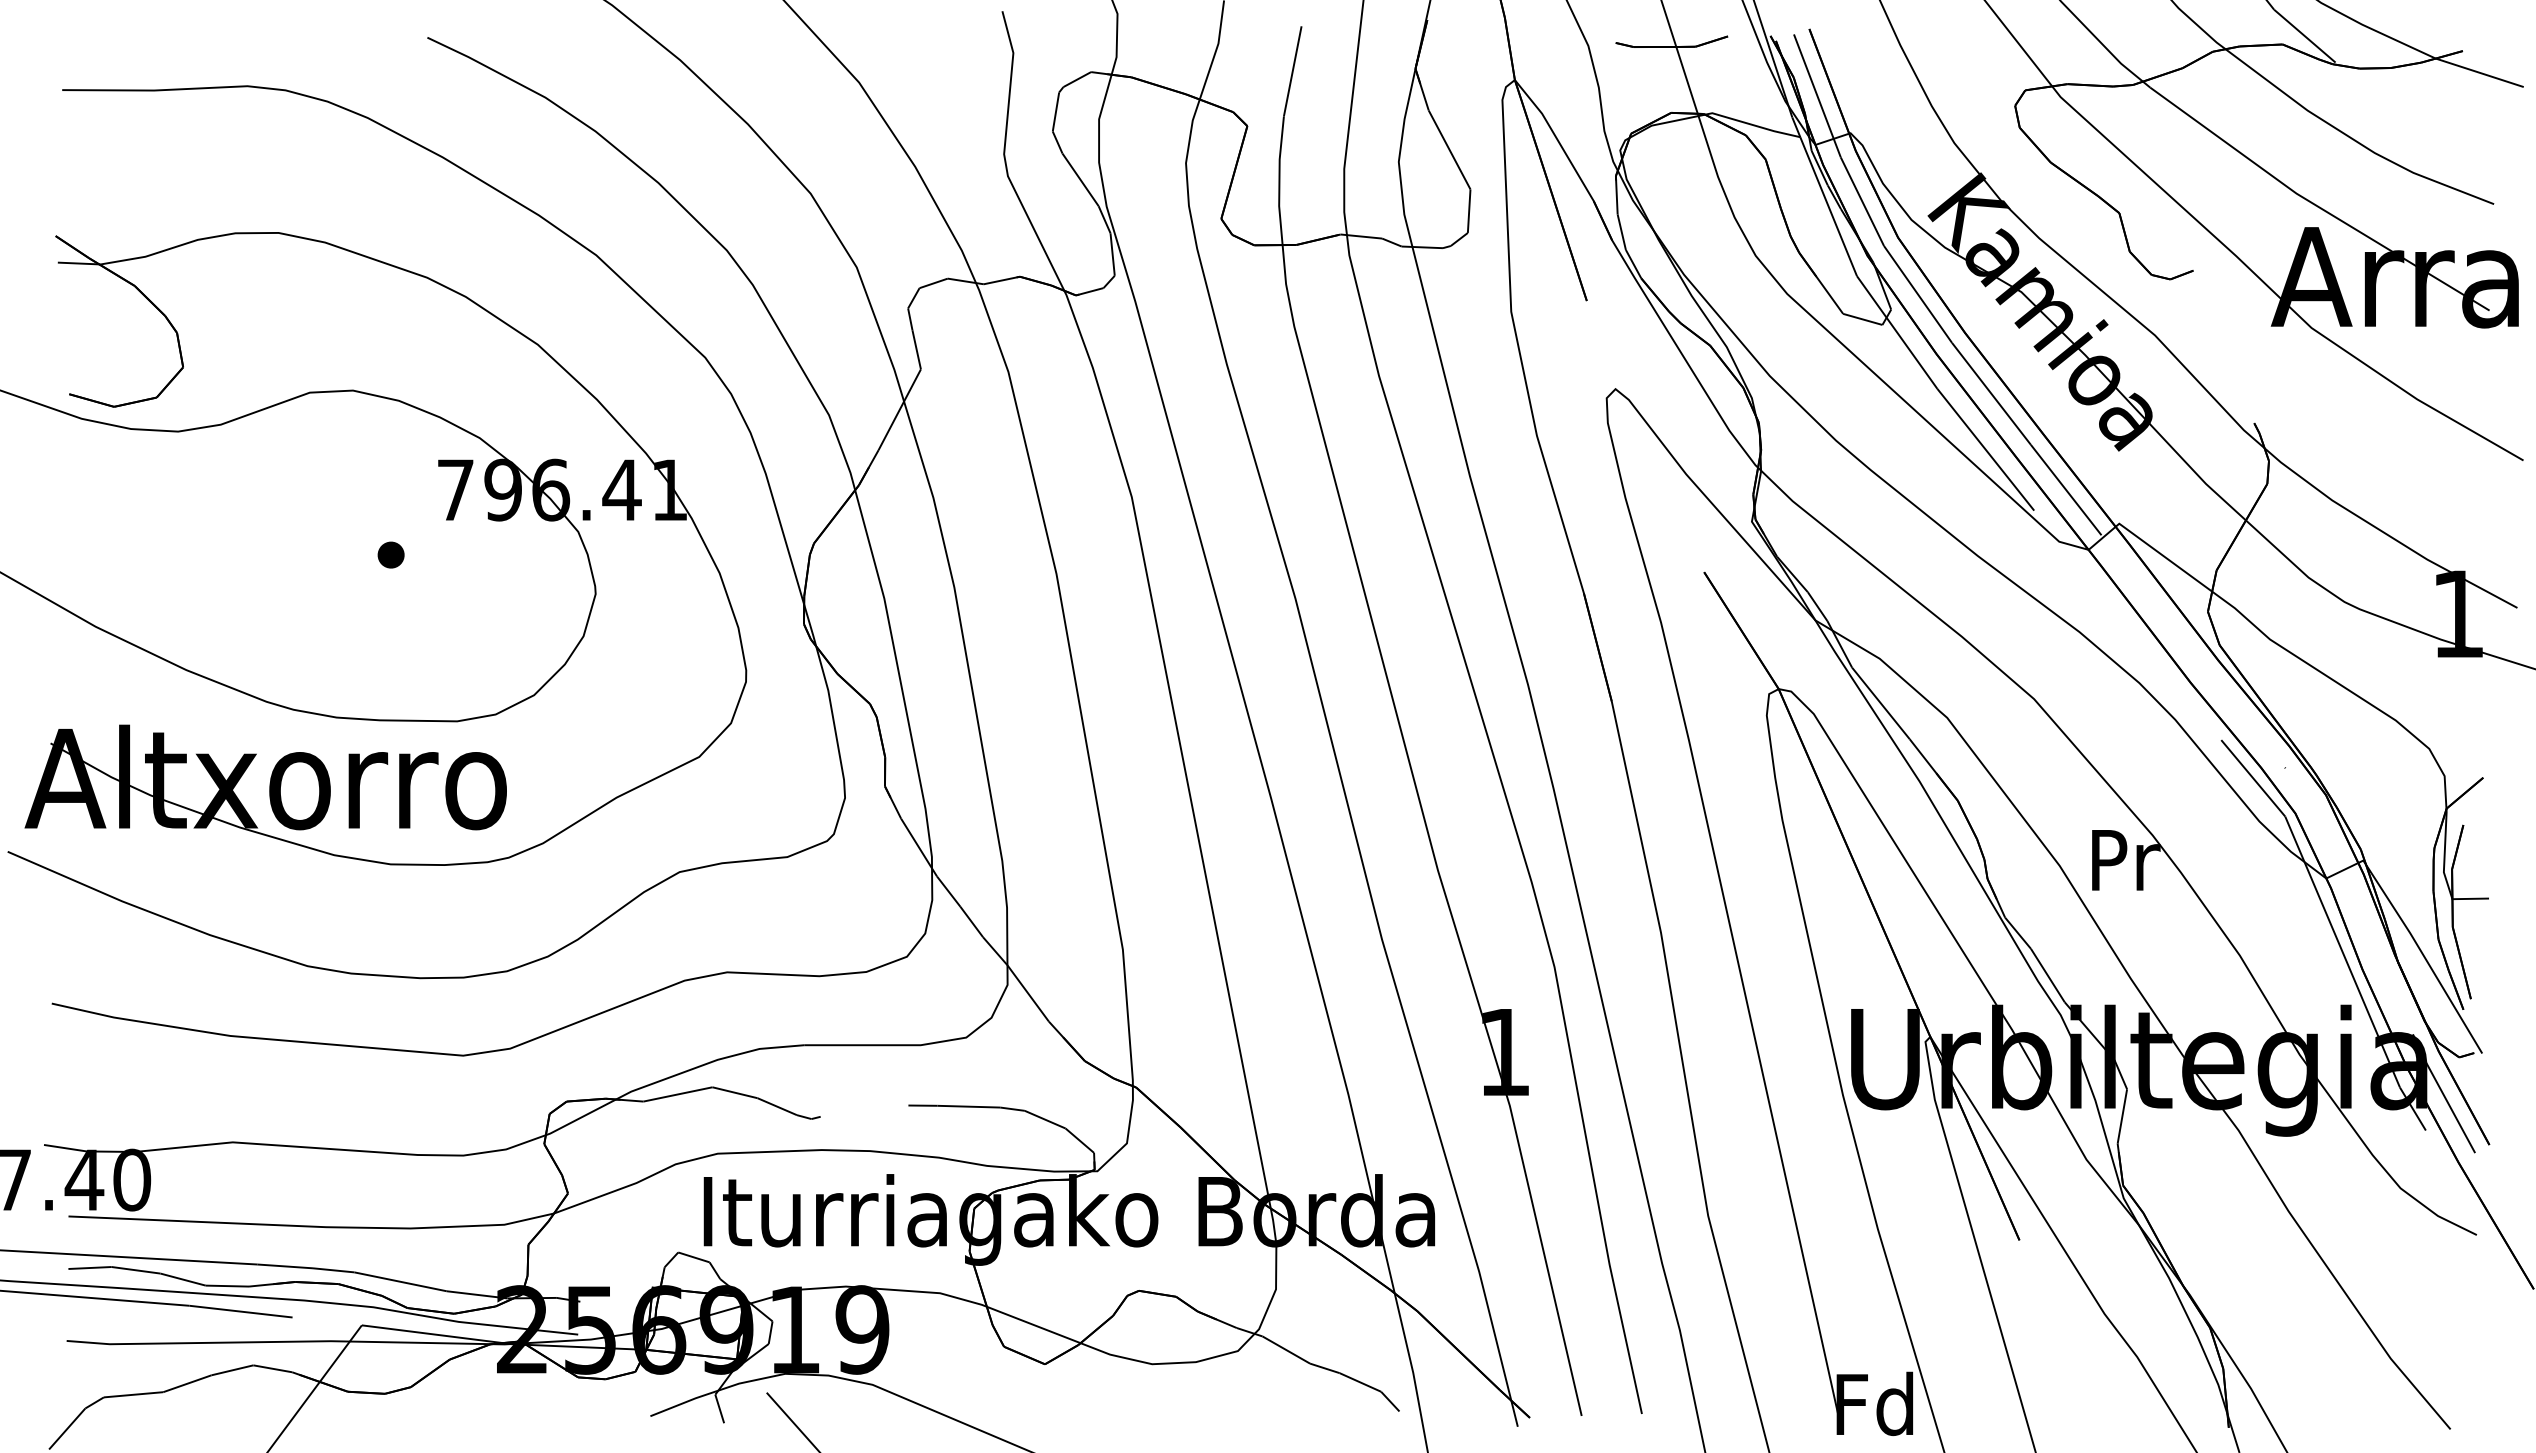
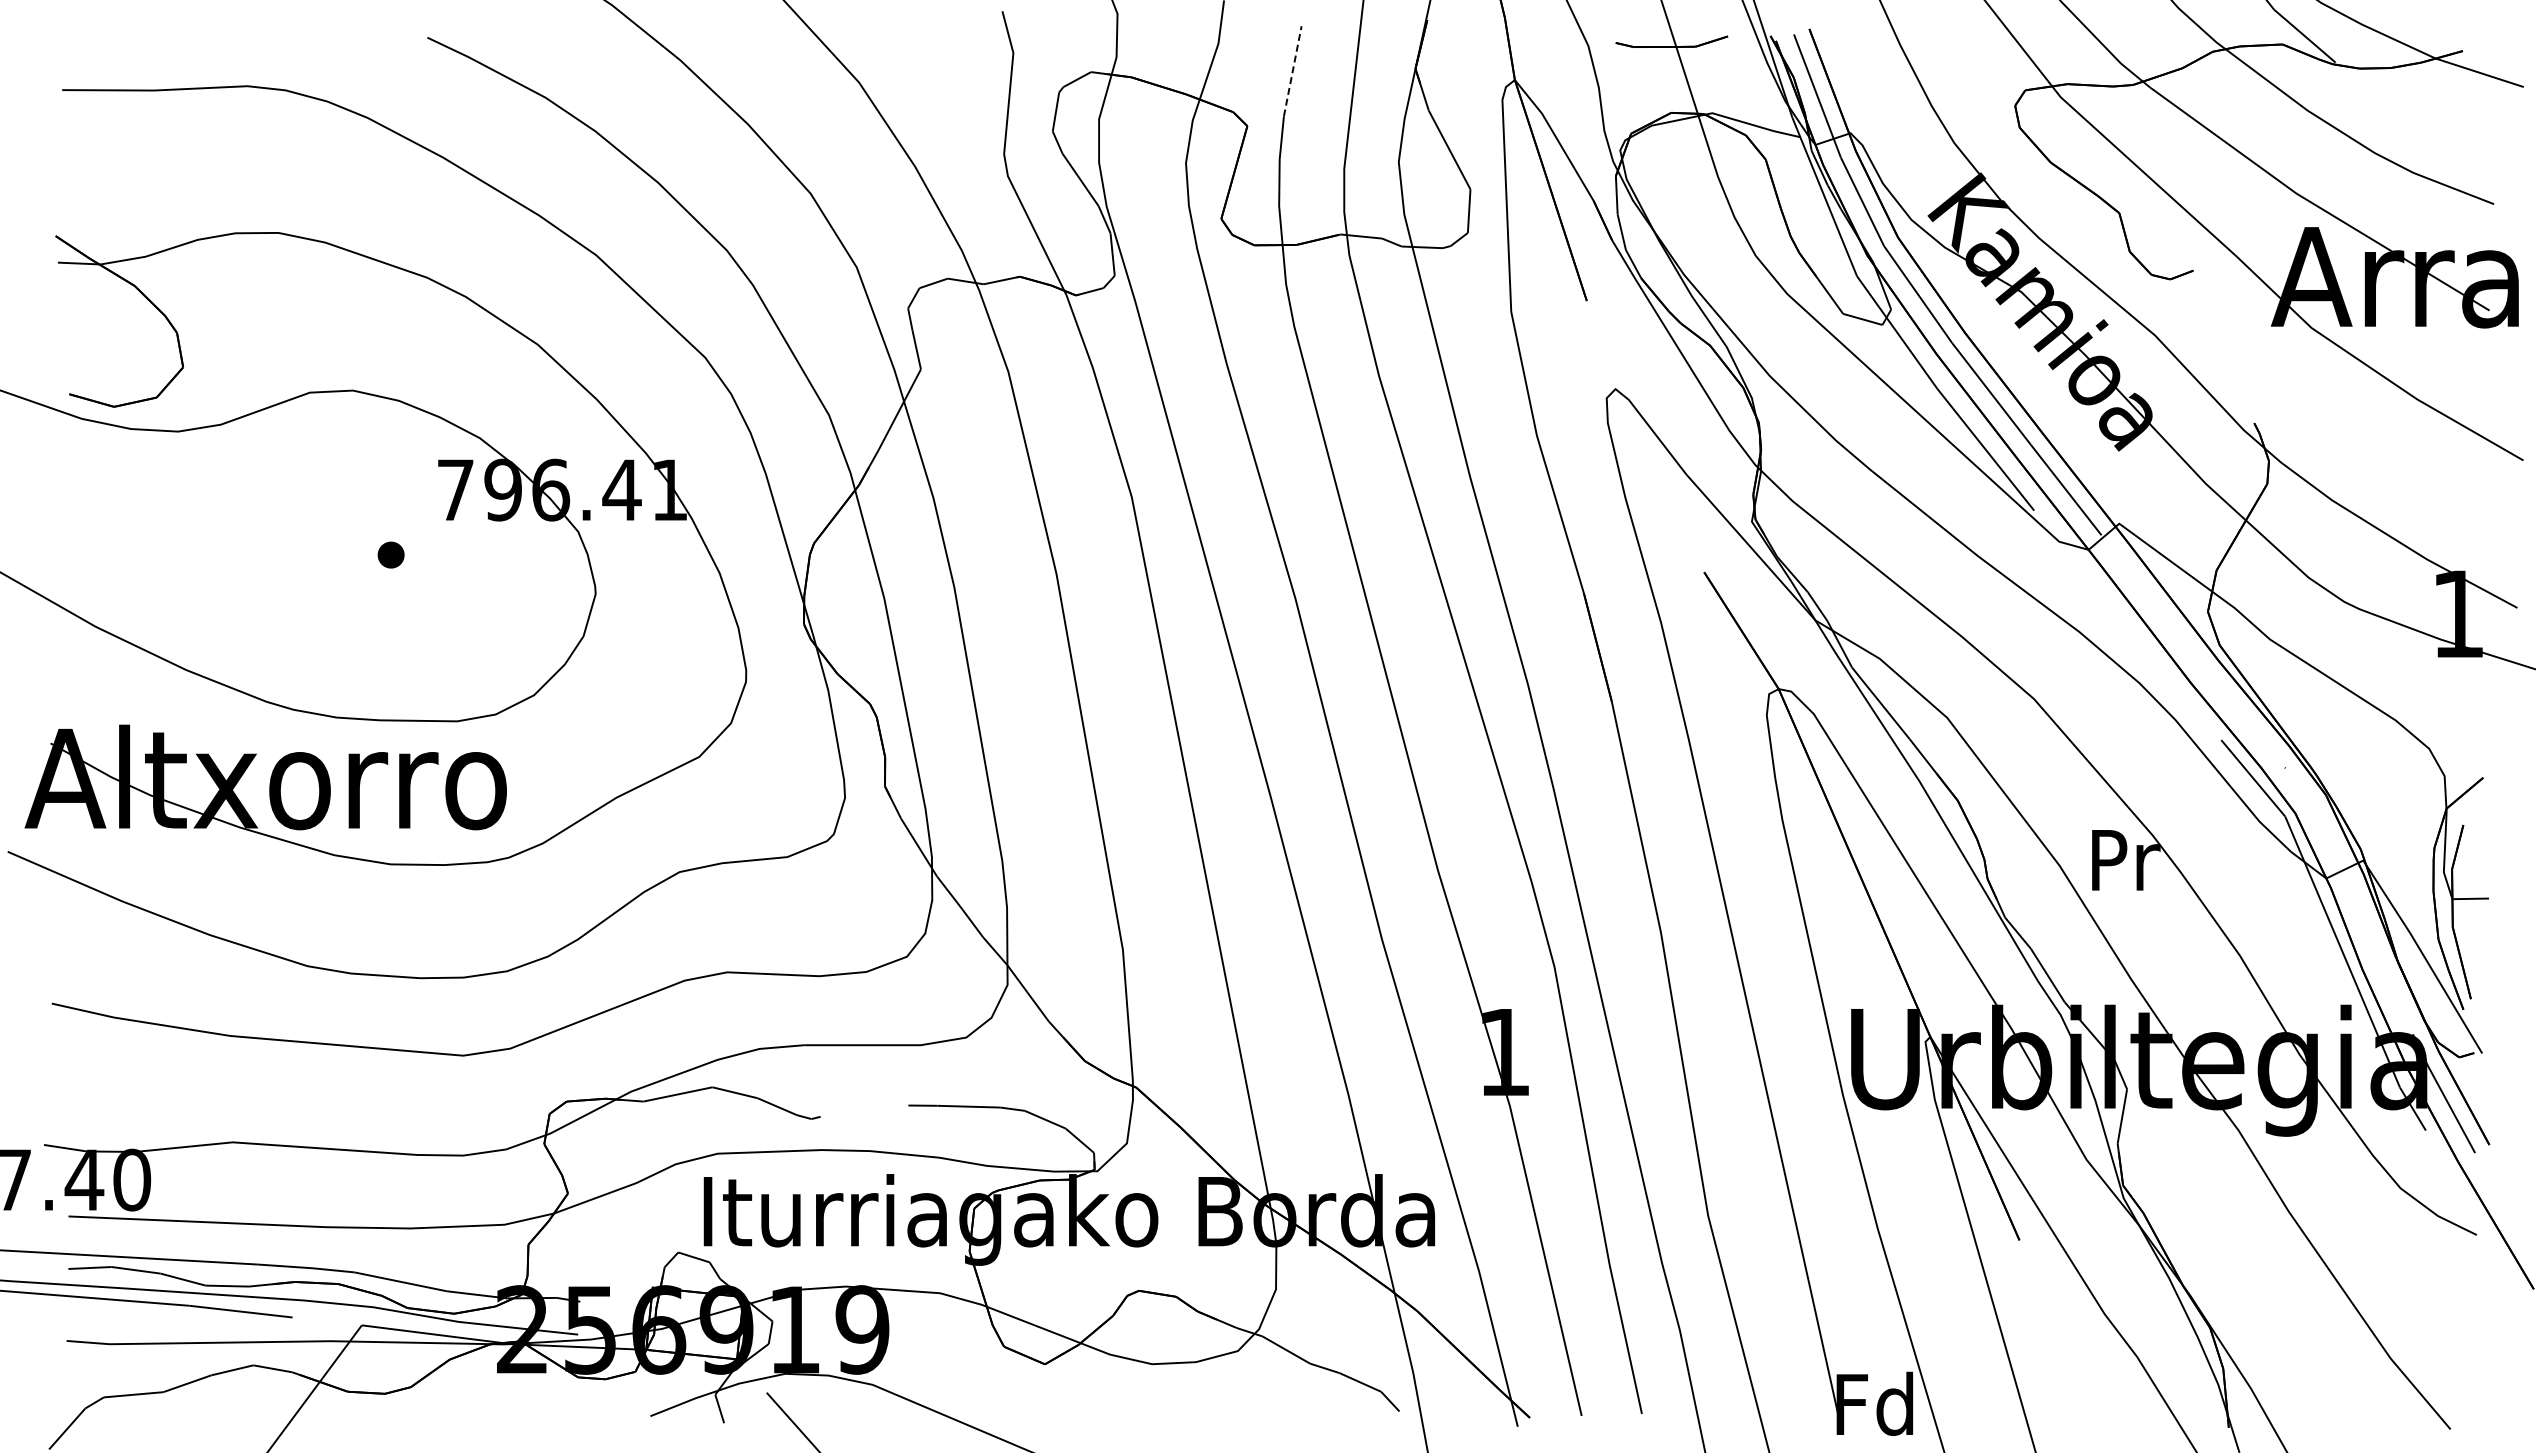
line at (1292, 71): solid -> dashed
